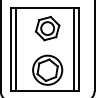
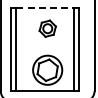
line at (45, 7): solid -> dashed
part at (47, 28) size: 26x26 px -> 19x19 px
